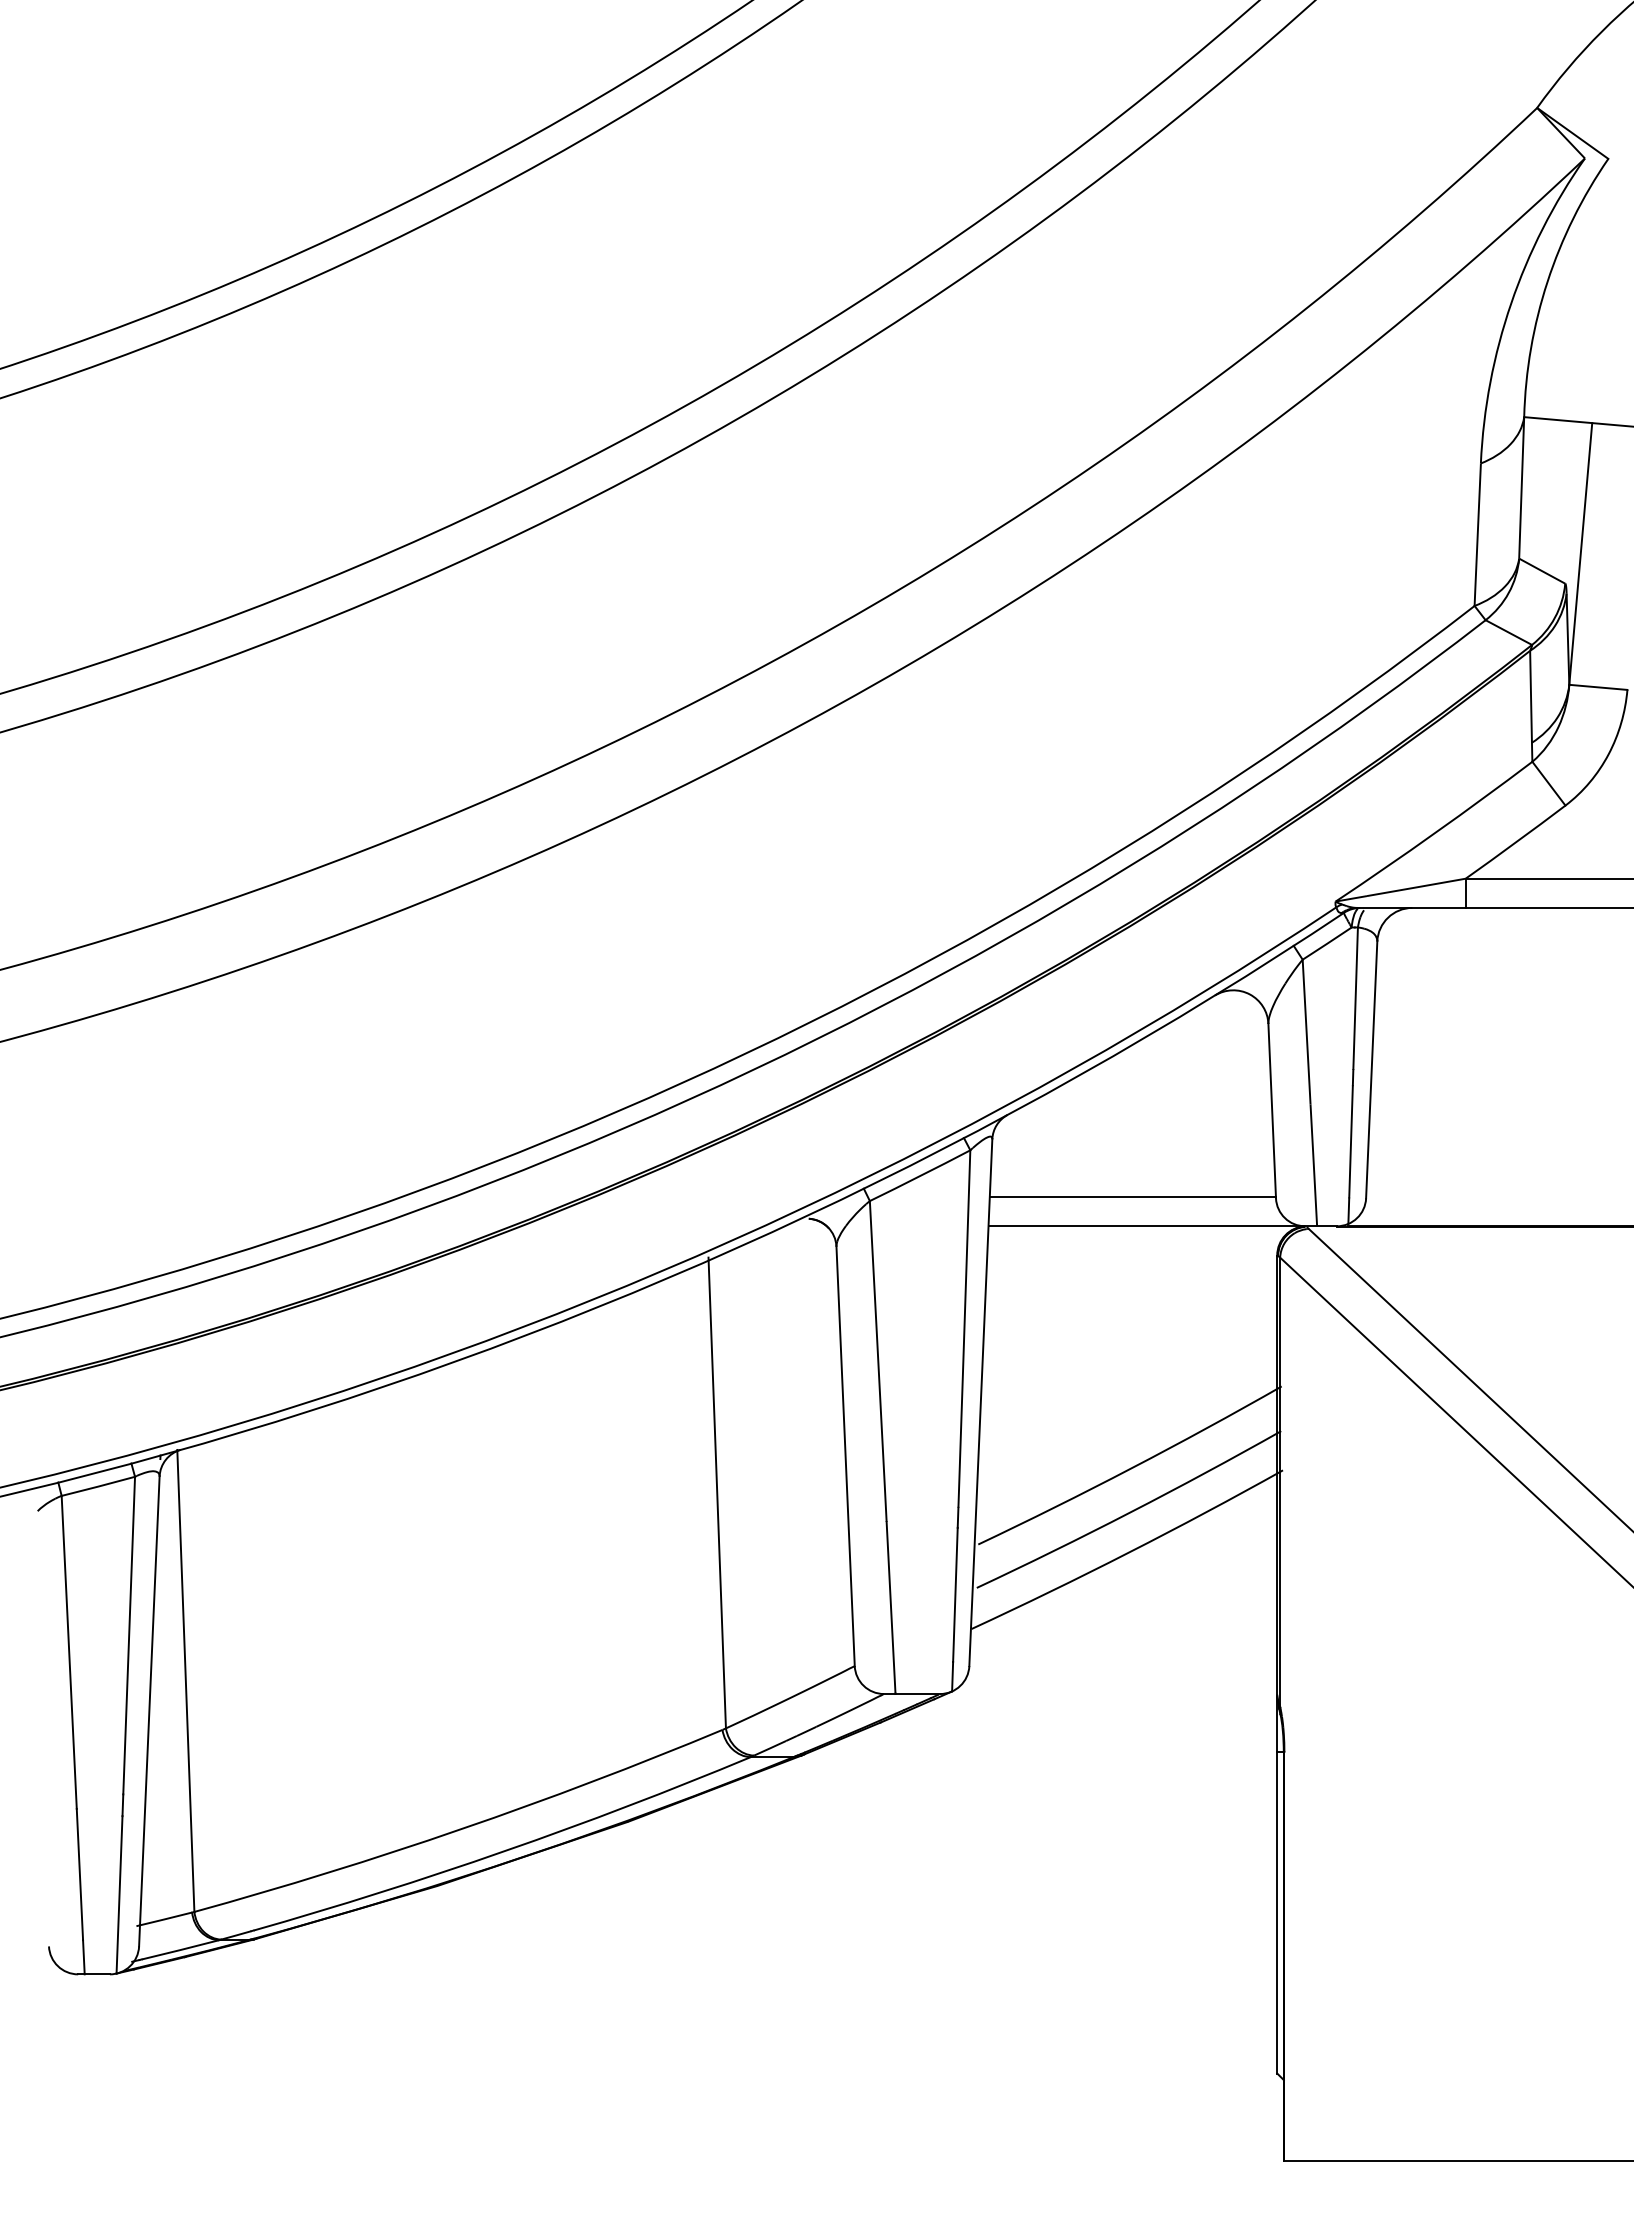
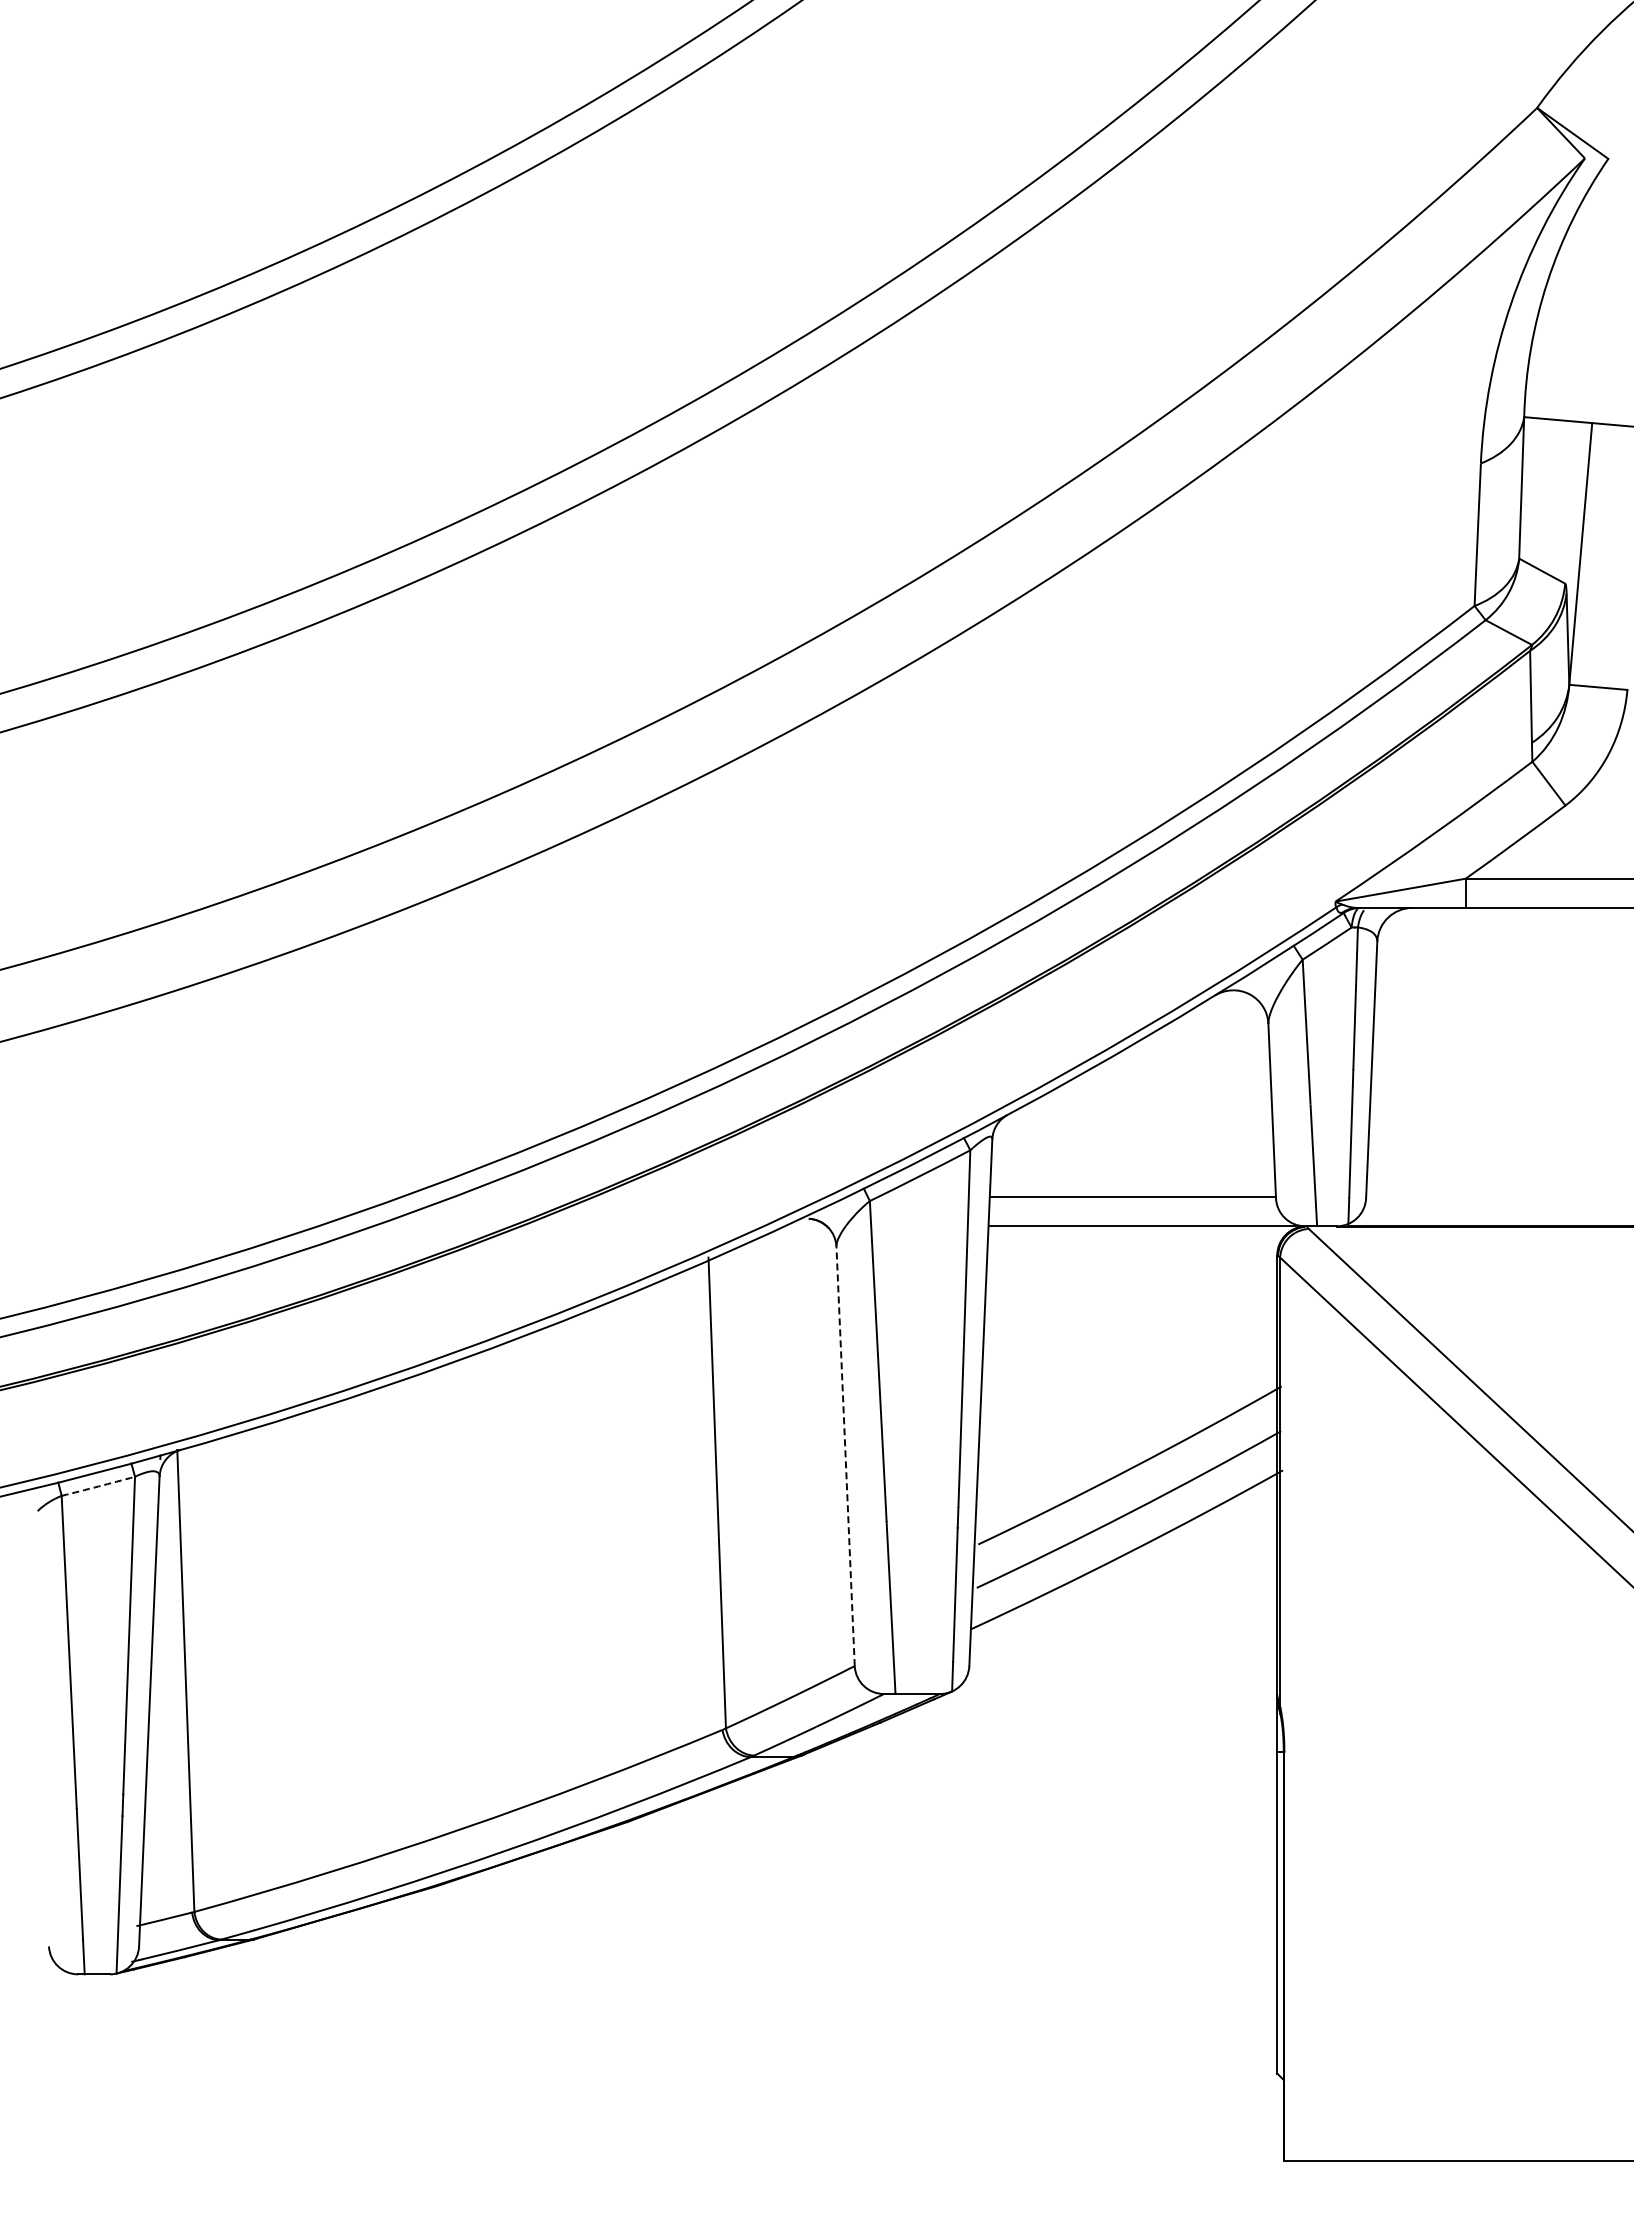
line at (845, 1456): solid -> dashed
arc at (98, 1486): solid -> dashed
